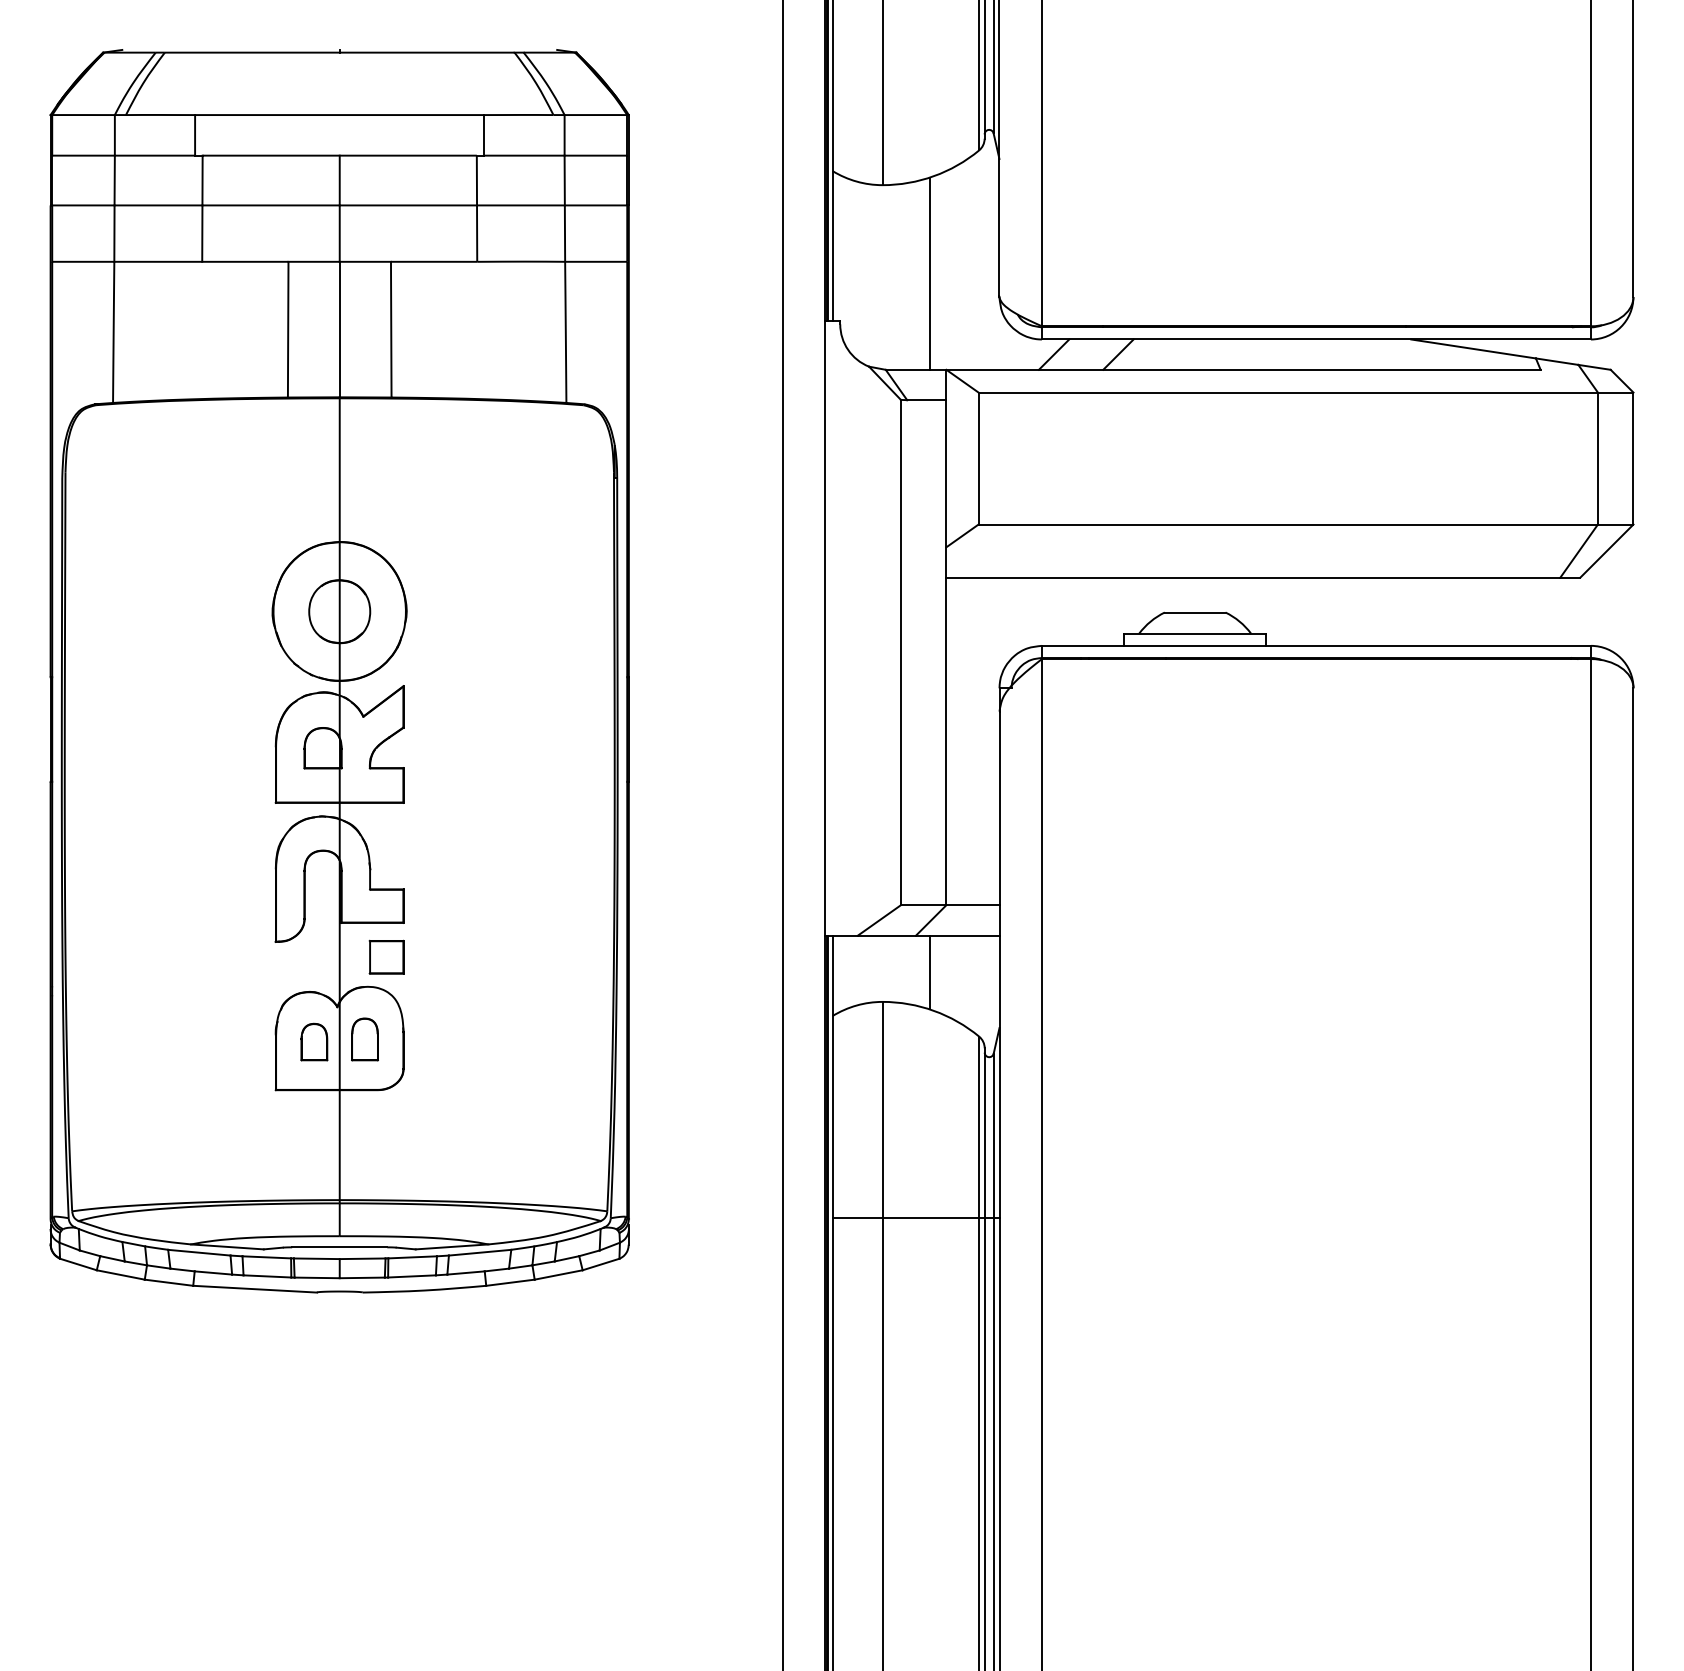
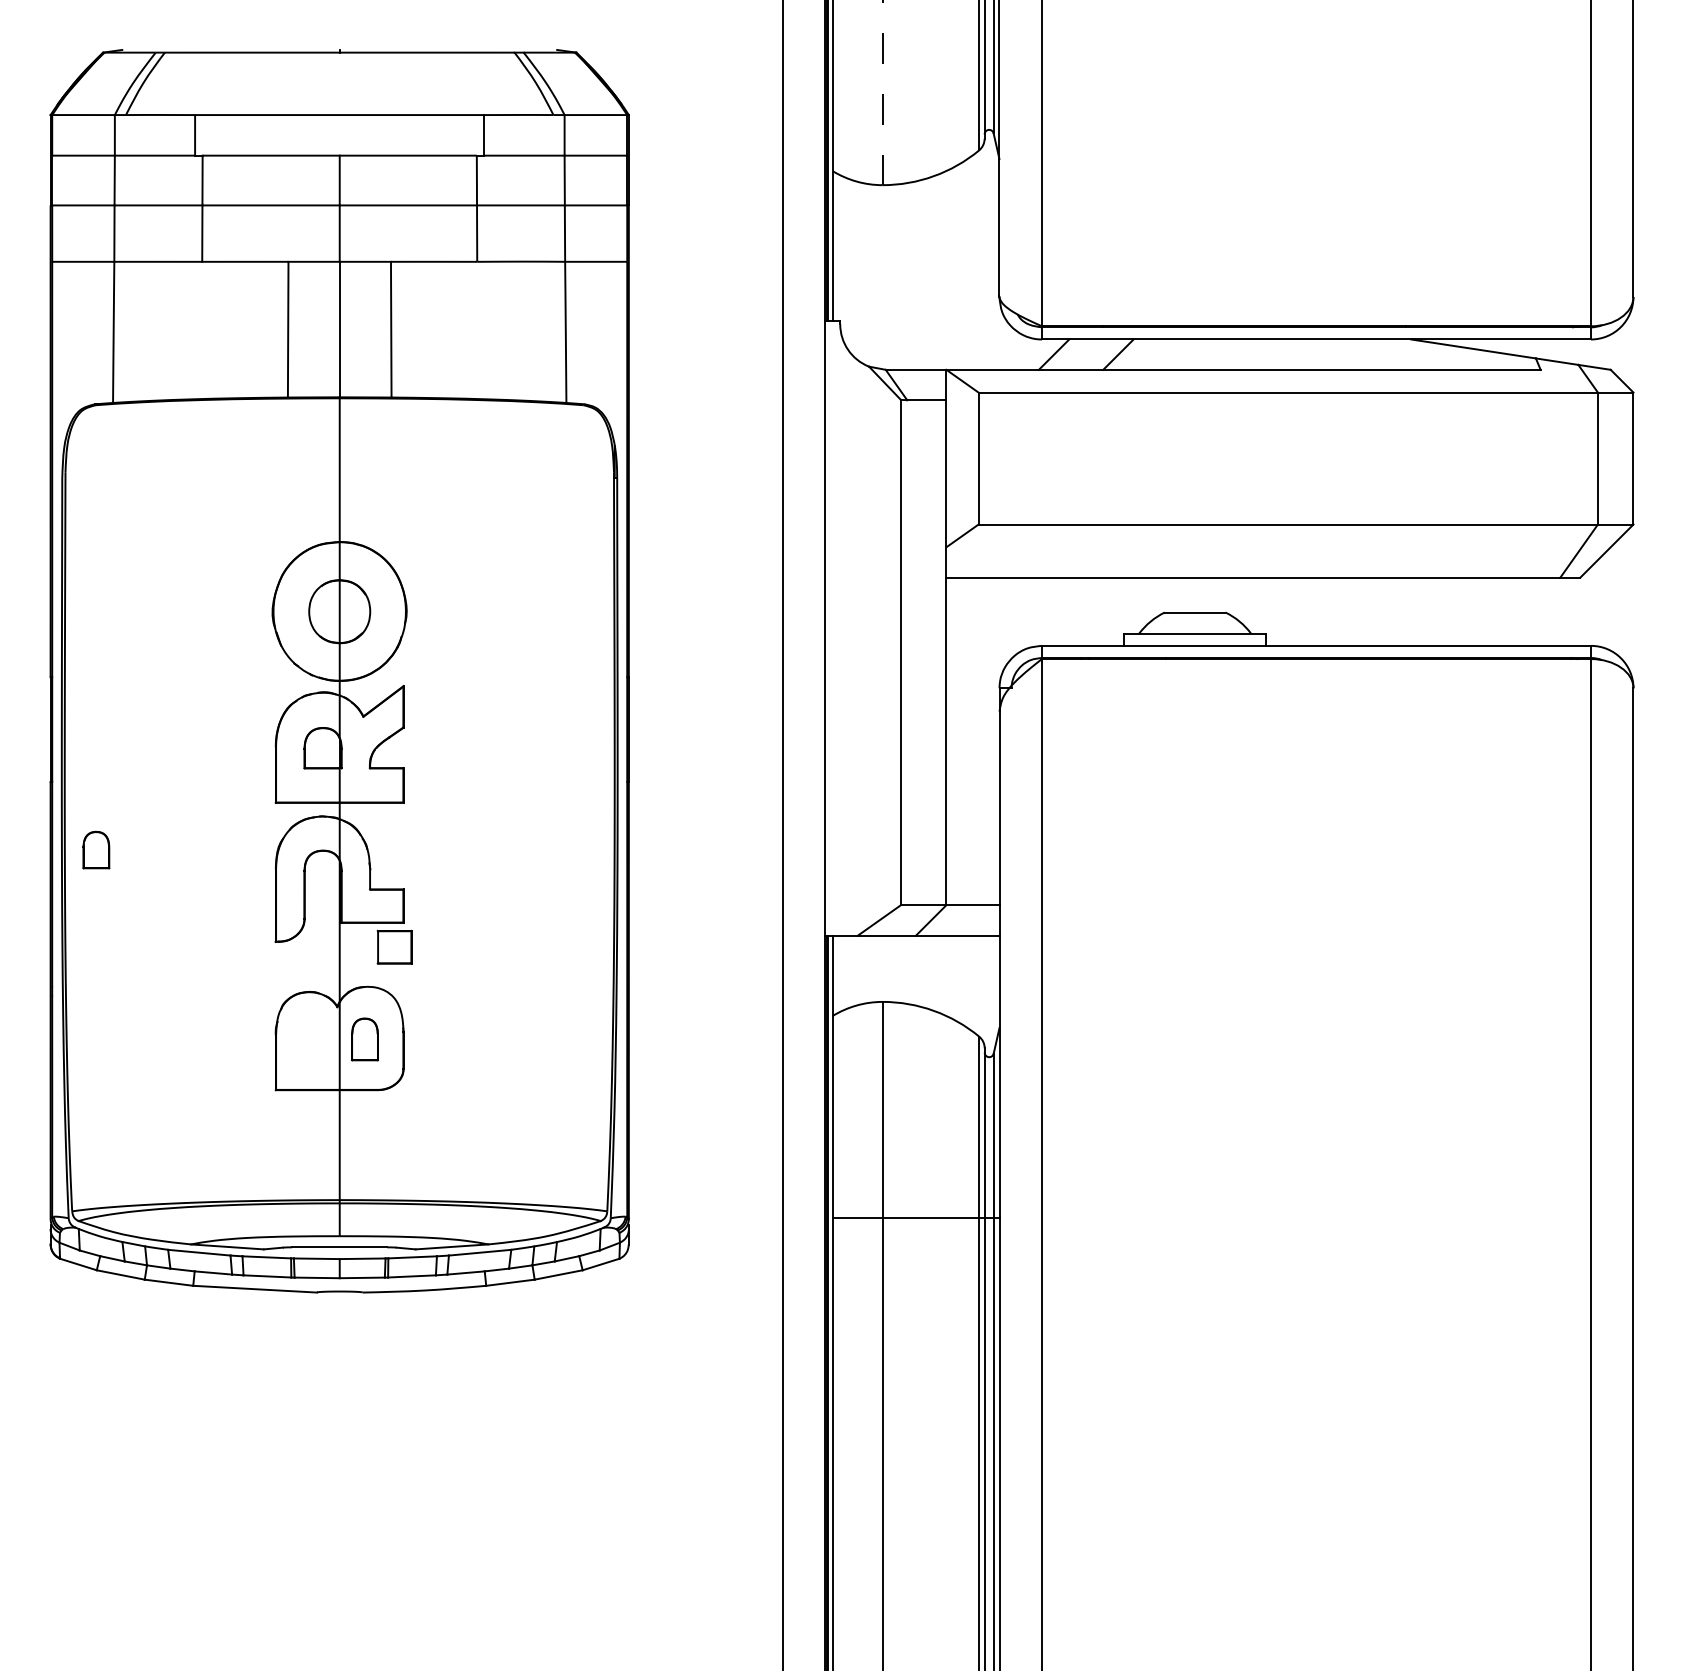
line at (882, 92): solid -> dashed
line at (929, 273): present -> none
part at (386, 956) position: (386, 956) -> (394, 946)
line at (929, 972): present -> none
part at (314, 1041) position: (314, 1041) -> (96, 849)
